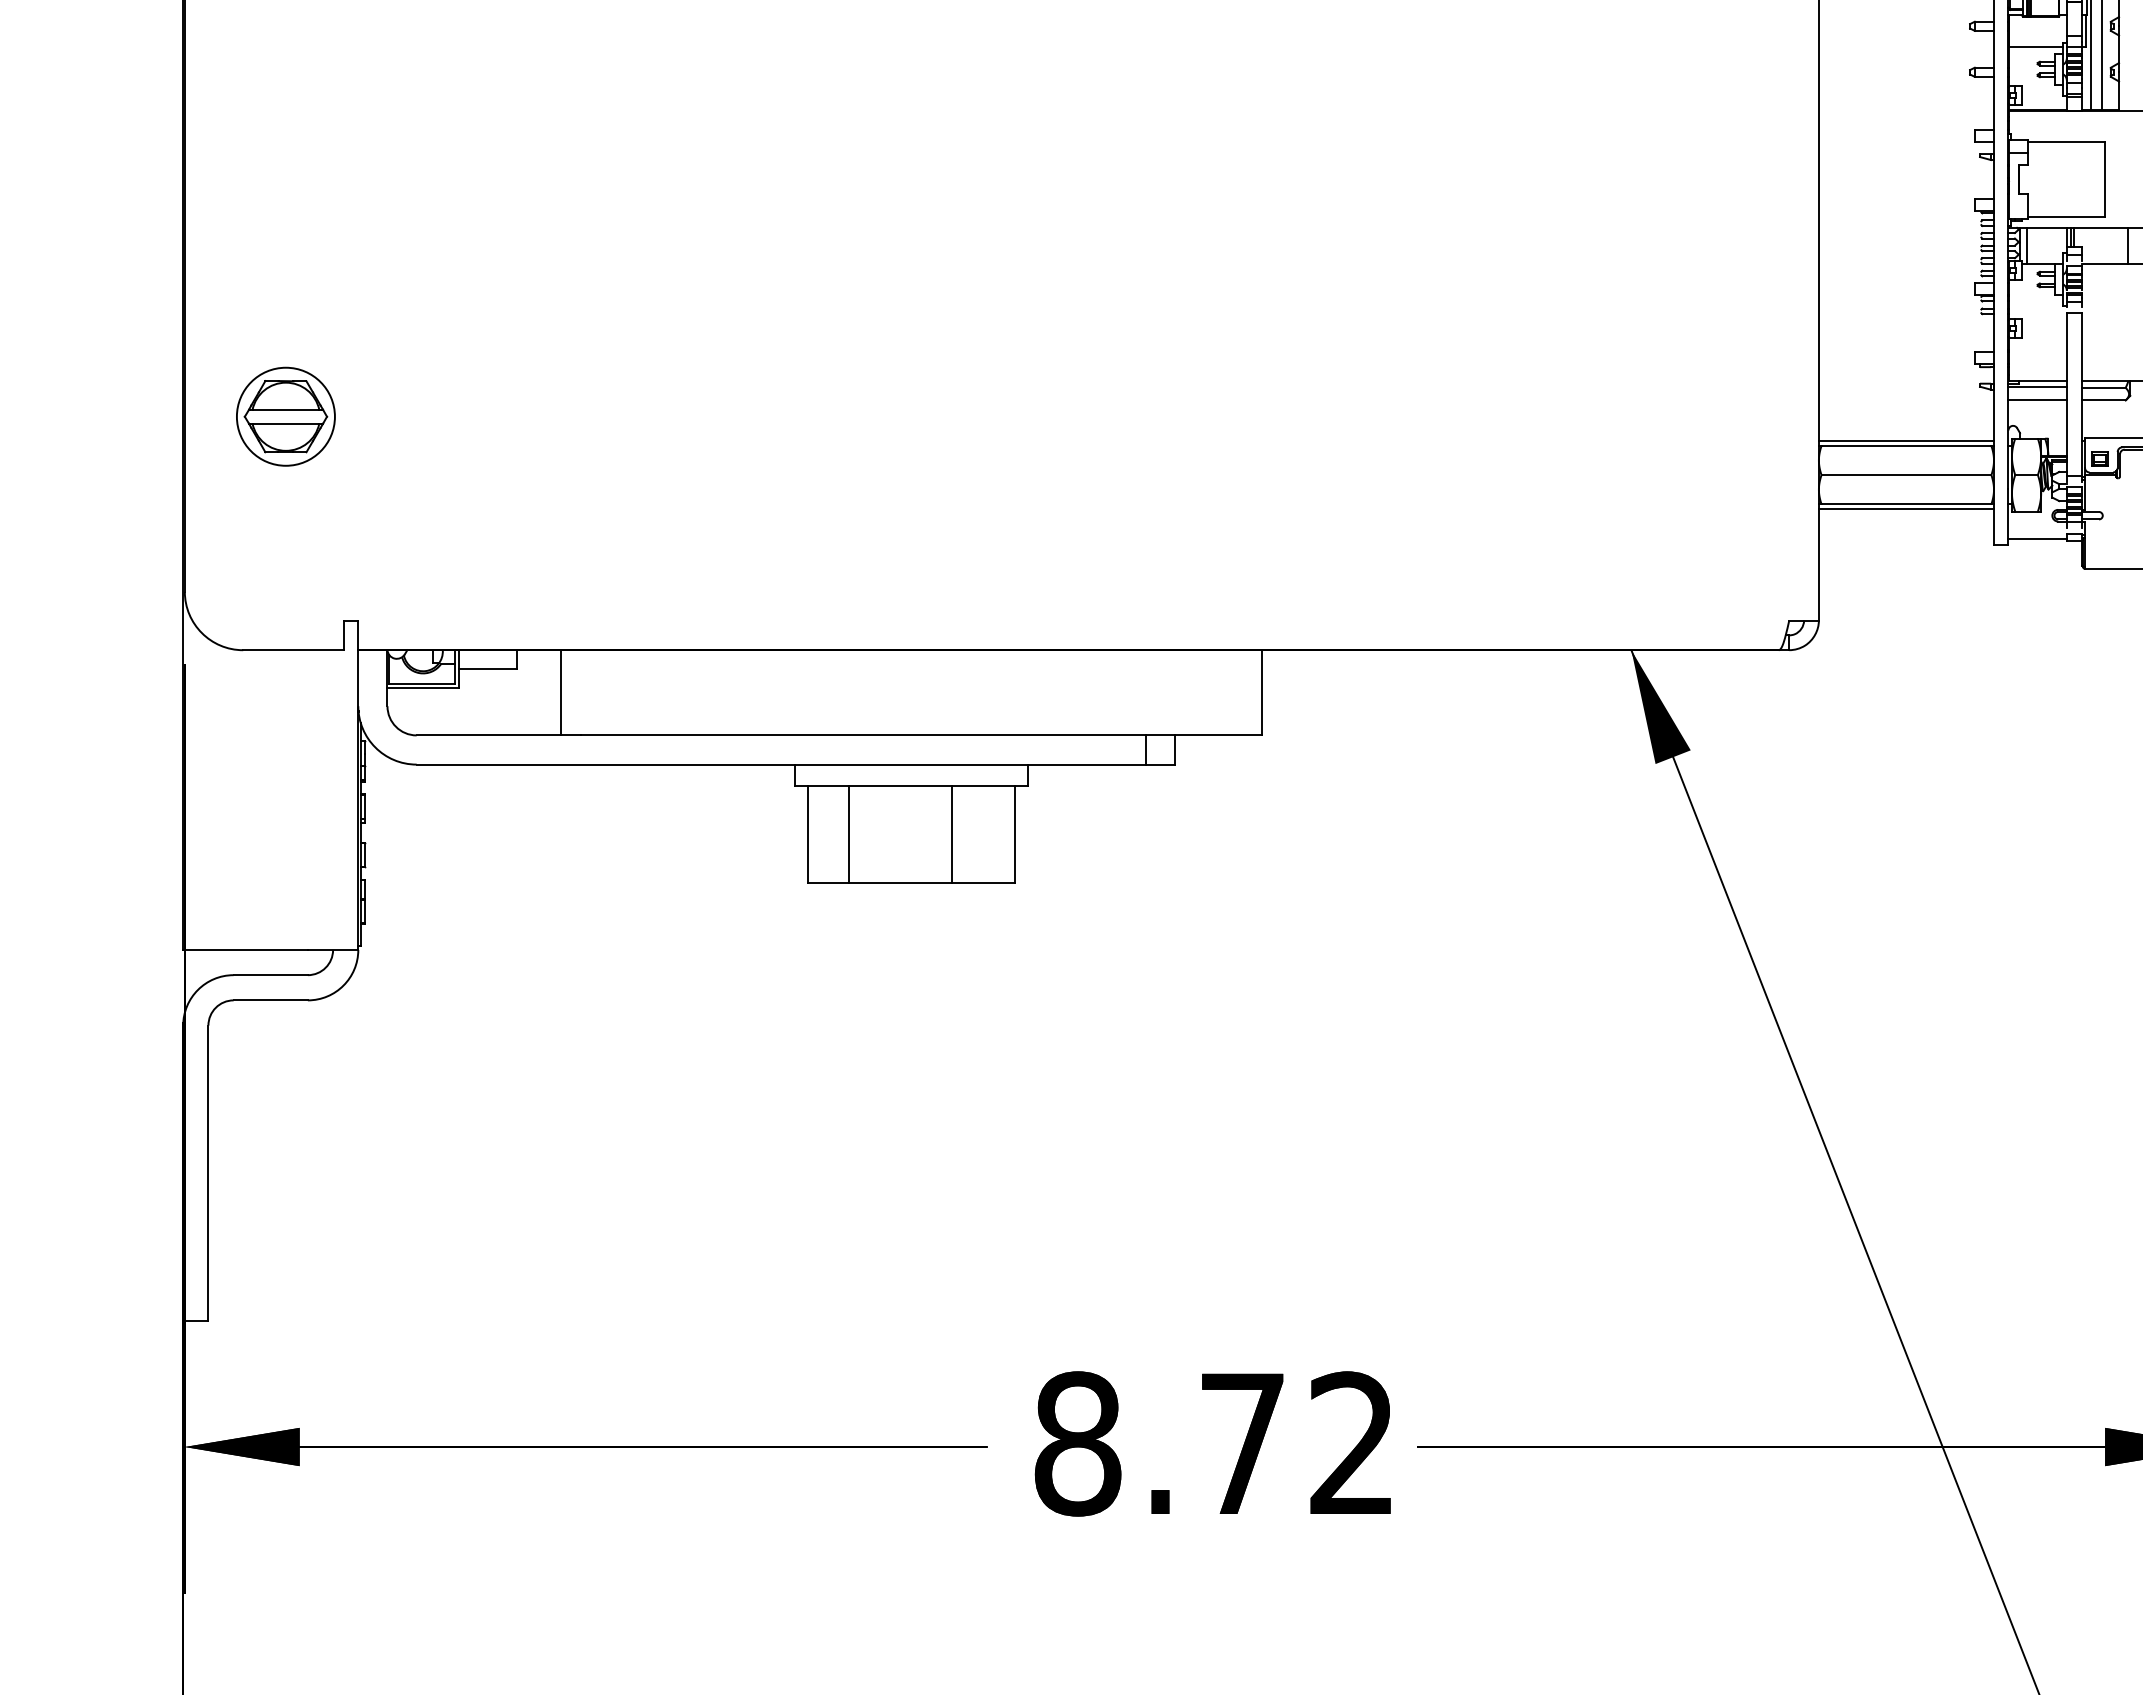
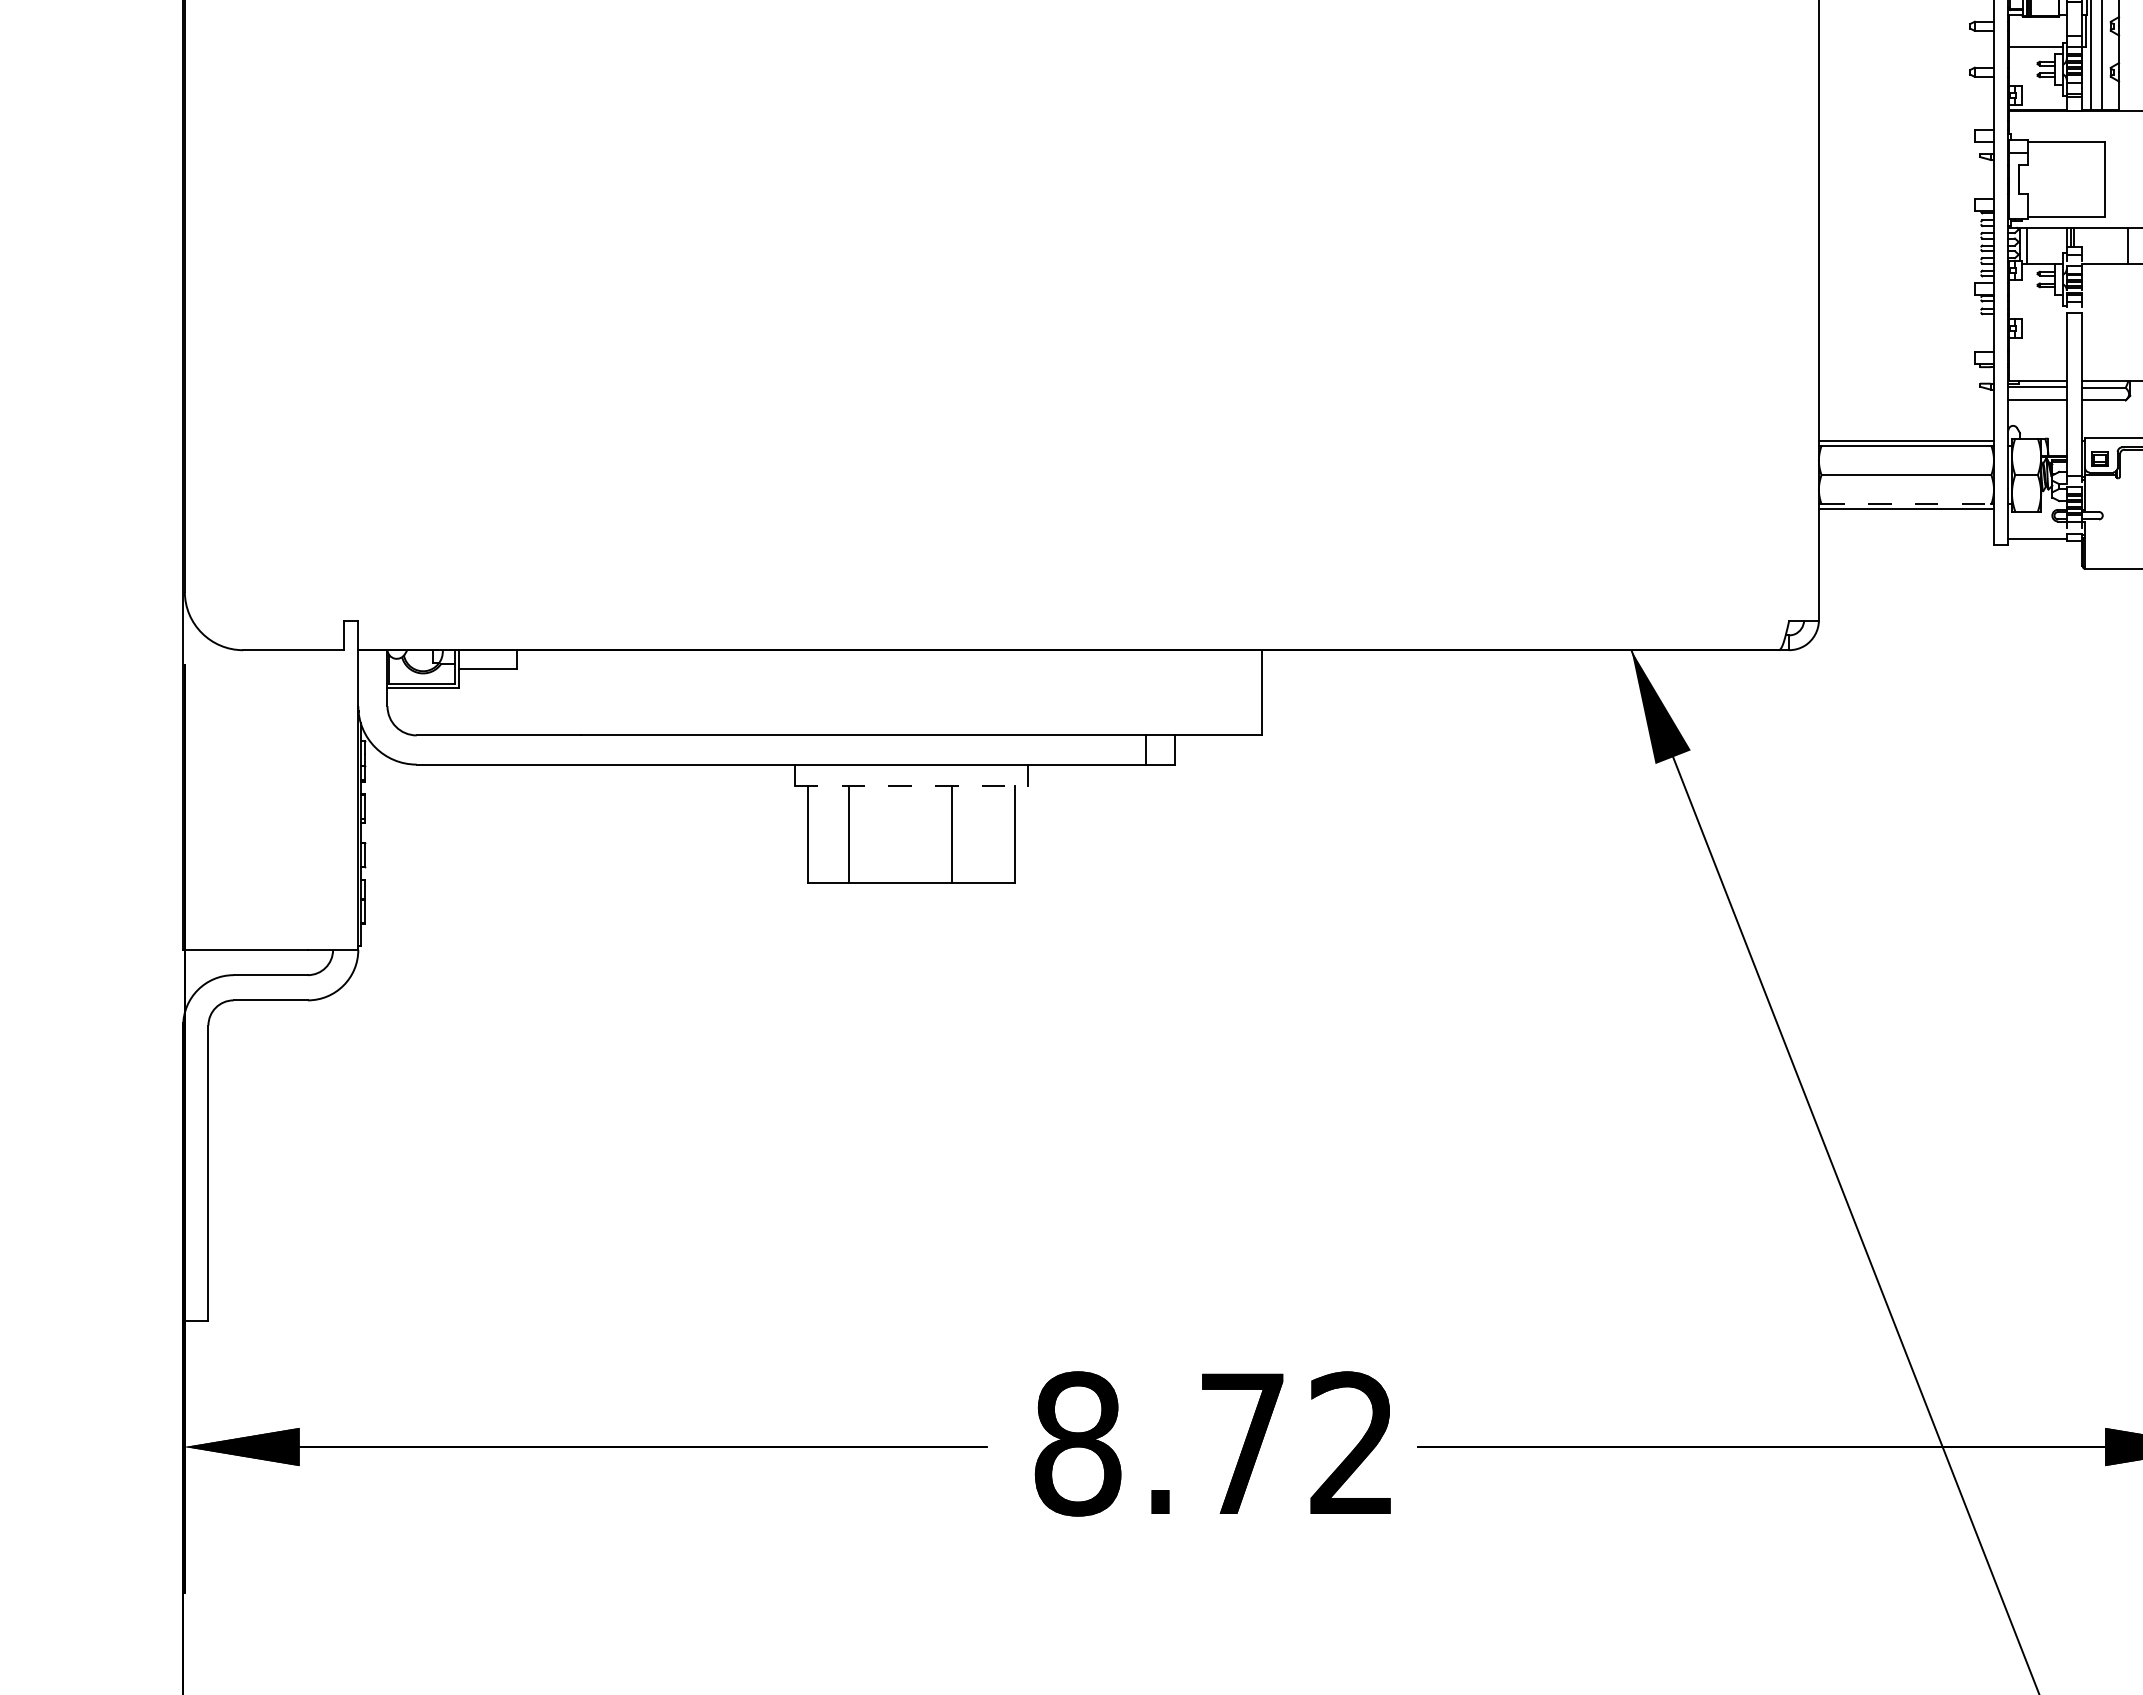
part at (285, 416): present -> none
line at (1906, 504): solid -> dashed
line at (561, 692): present -> none
line at (911, 785): solid -> dashed
